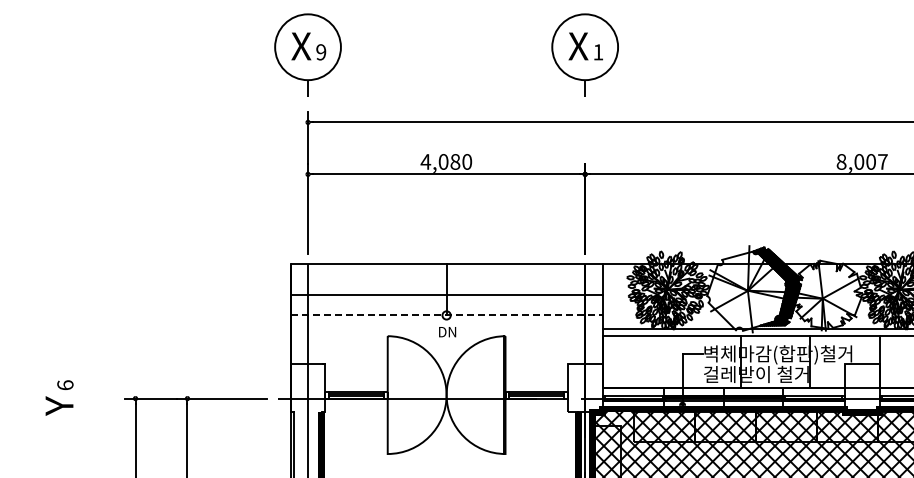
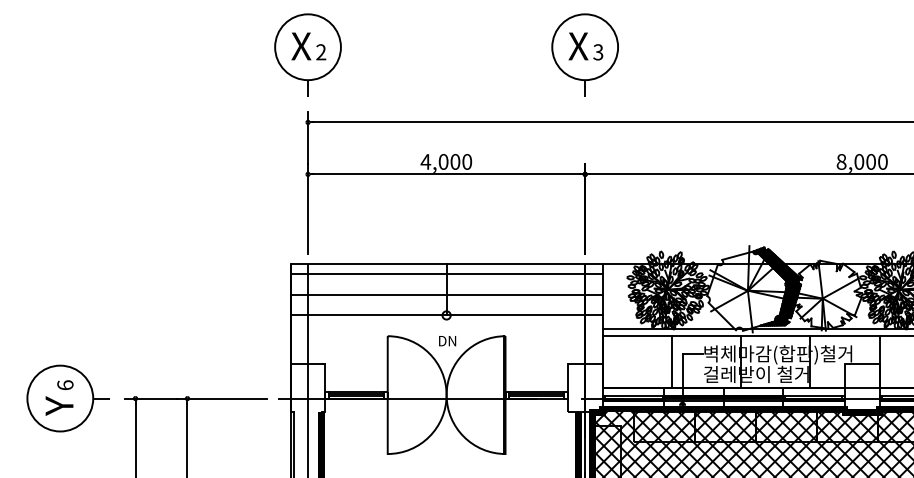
text at (321, 52): 9 -> 2
text at (598, 52): 1 -> 3
text at (455, 161): 4,080 -> 4,000
text at (882, 161): 8,007 -> 8,000
line at (446, 273): none -> present
line at (446, 315): dashed -> solid
text at (447, 332) position: (447, 332) -> (447, 341)
line at (671, 362): none -> present
part at (67, 398): none -> present
